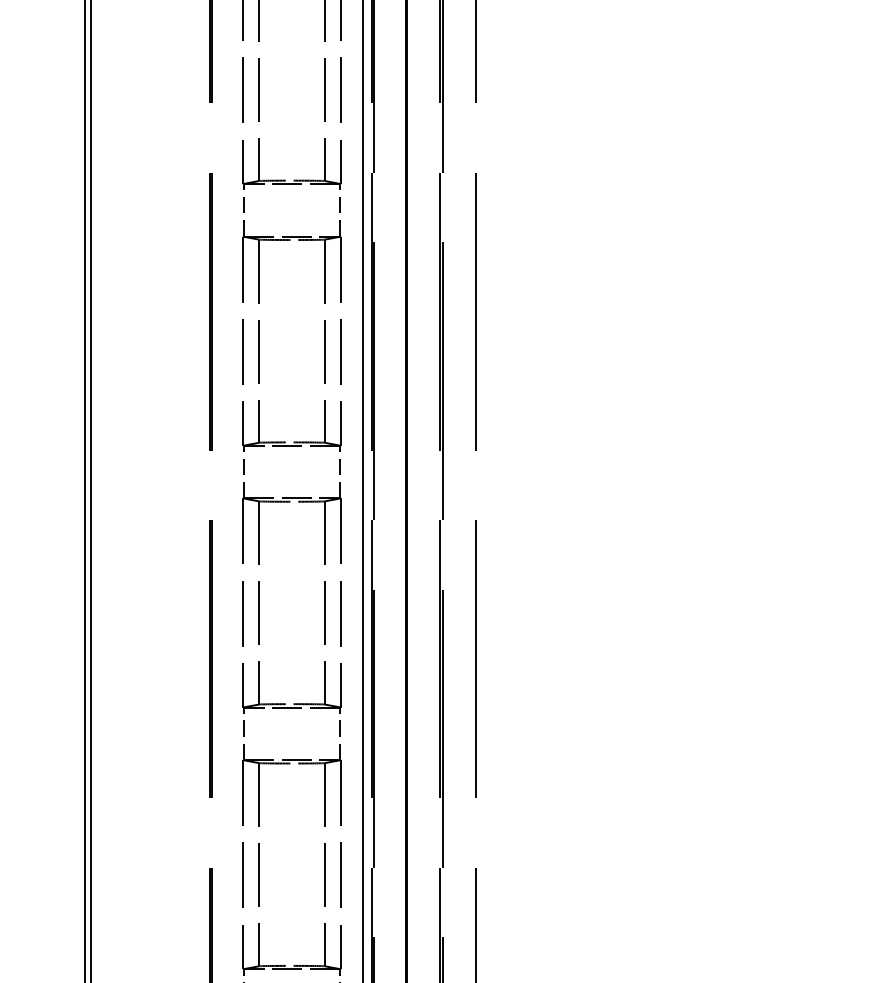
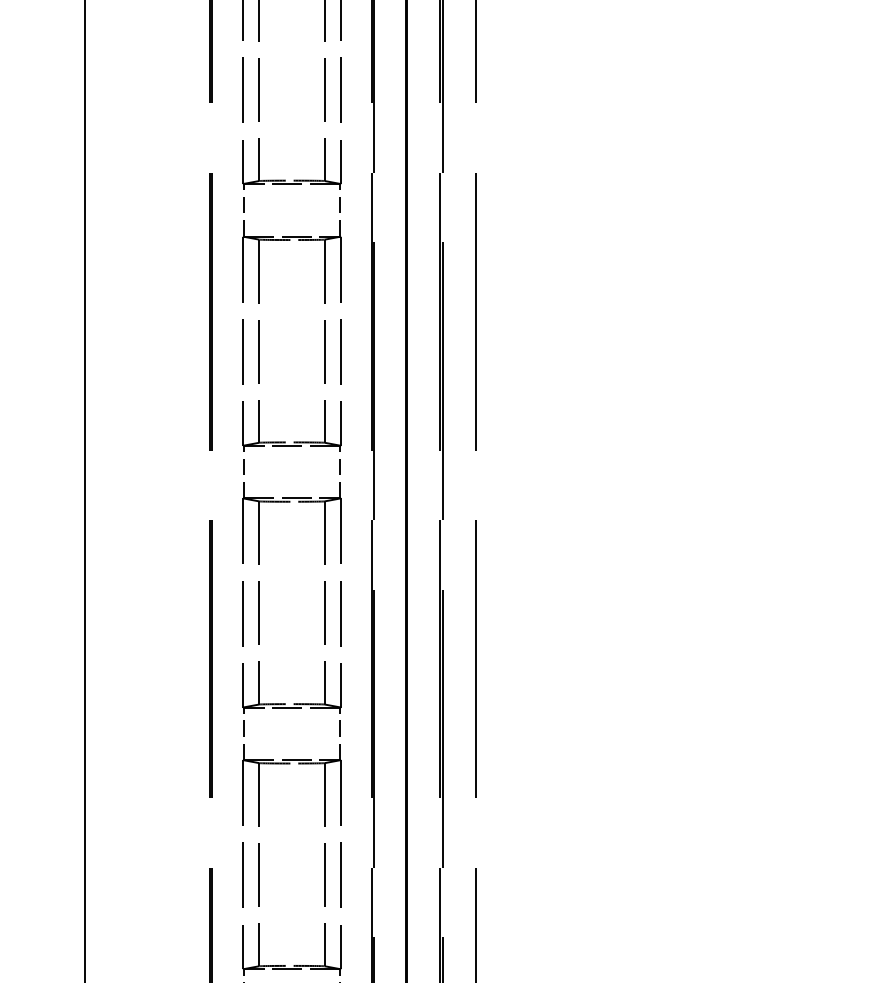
line at (91, 490): present -> none
line at (362, 490): present -> none
